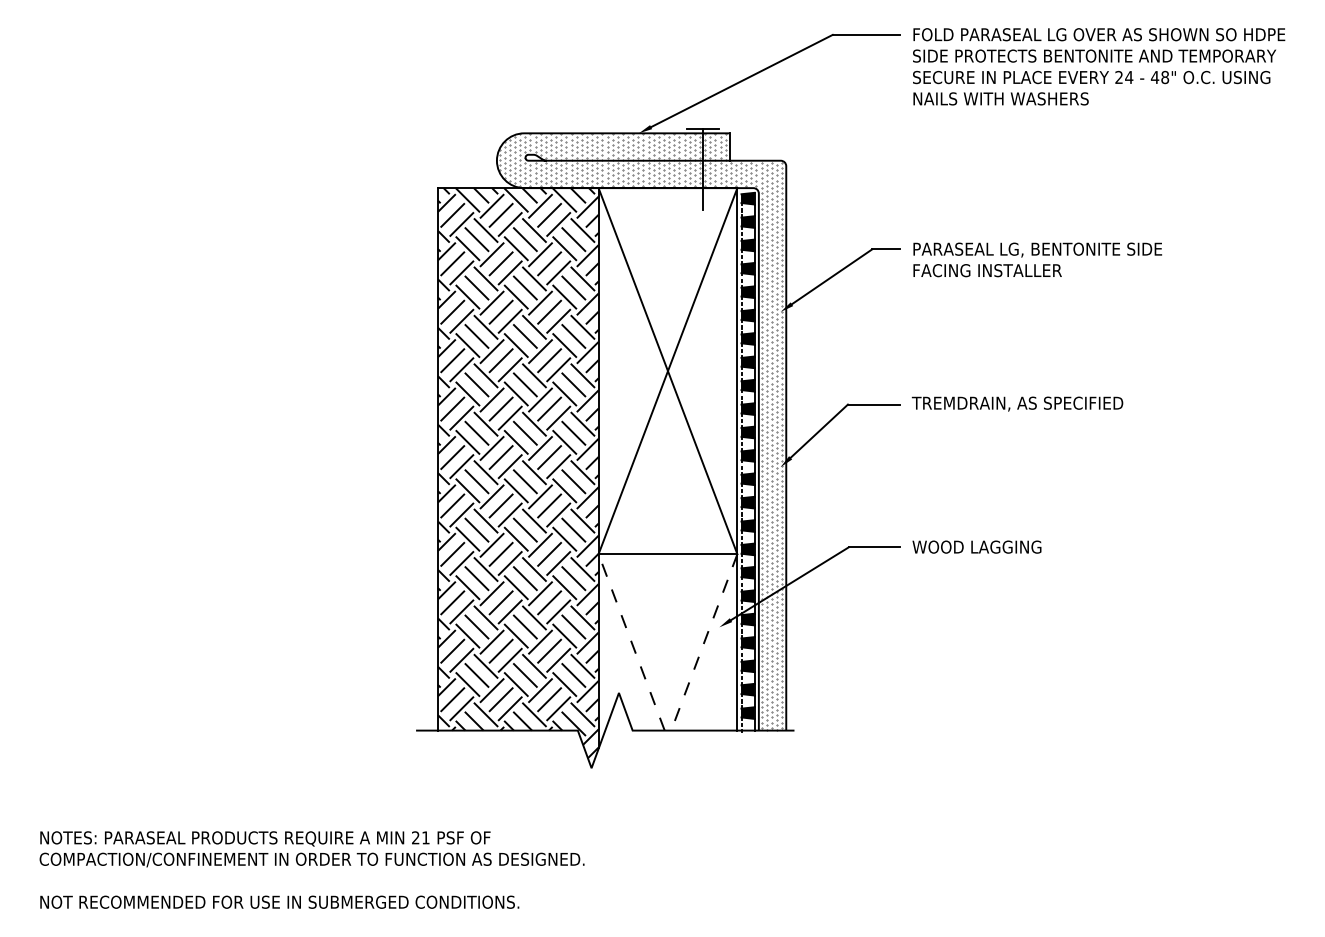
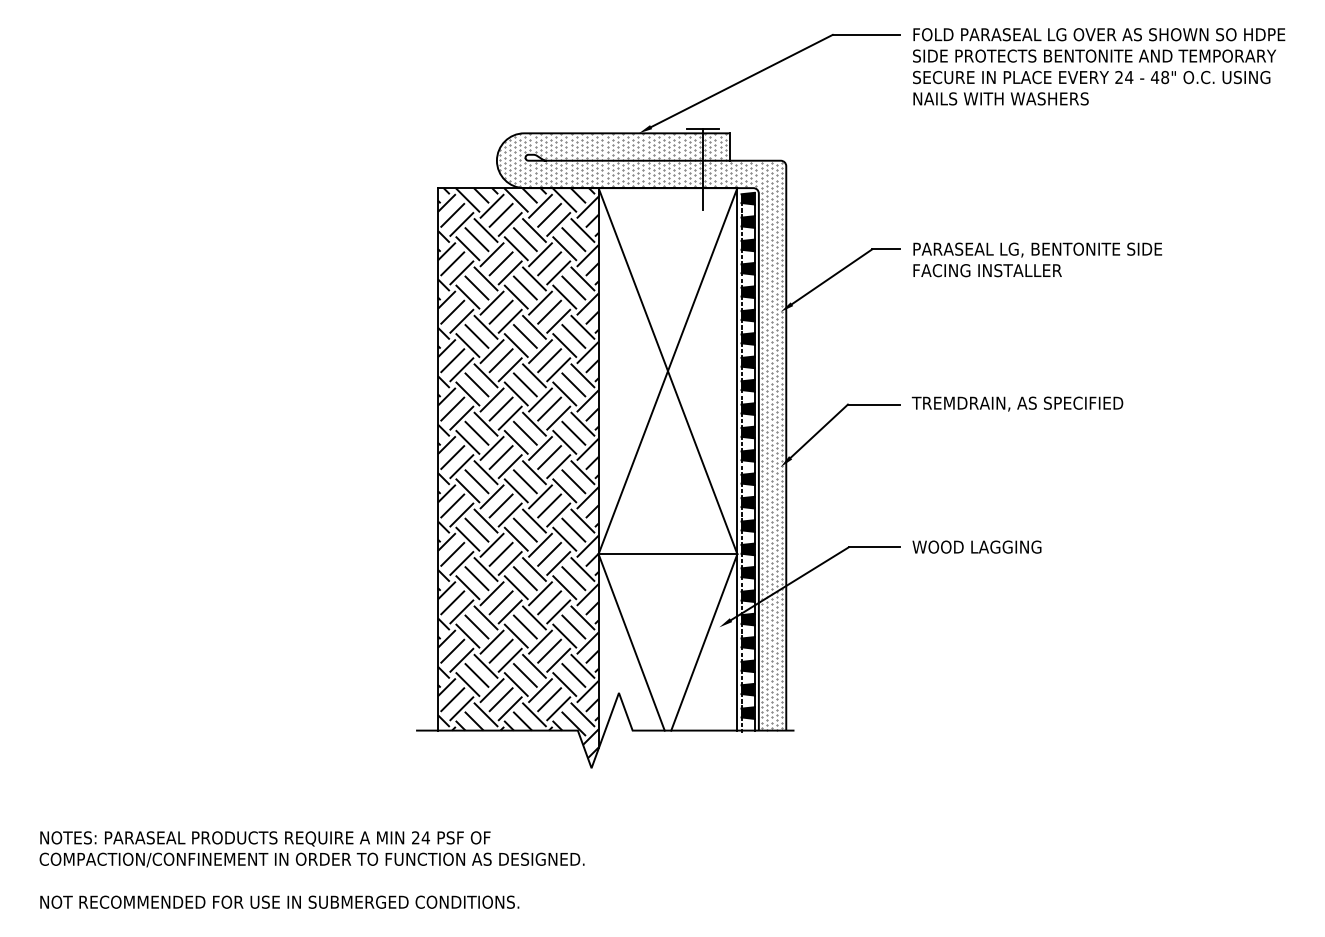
line at (631, 641): dashed -> solid
line at (704, 642): dashed -> solid
text at (425, 837): 21 -> 24
